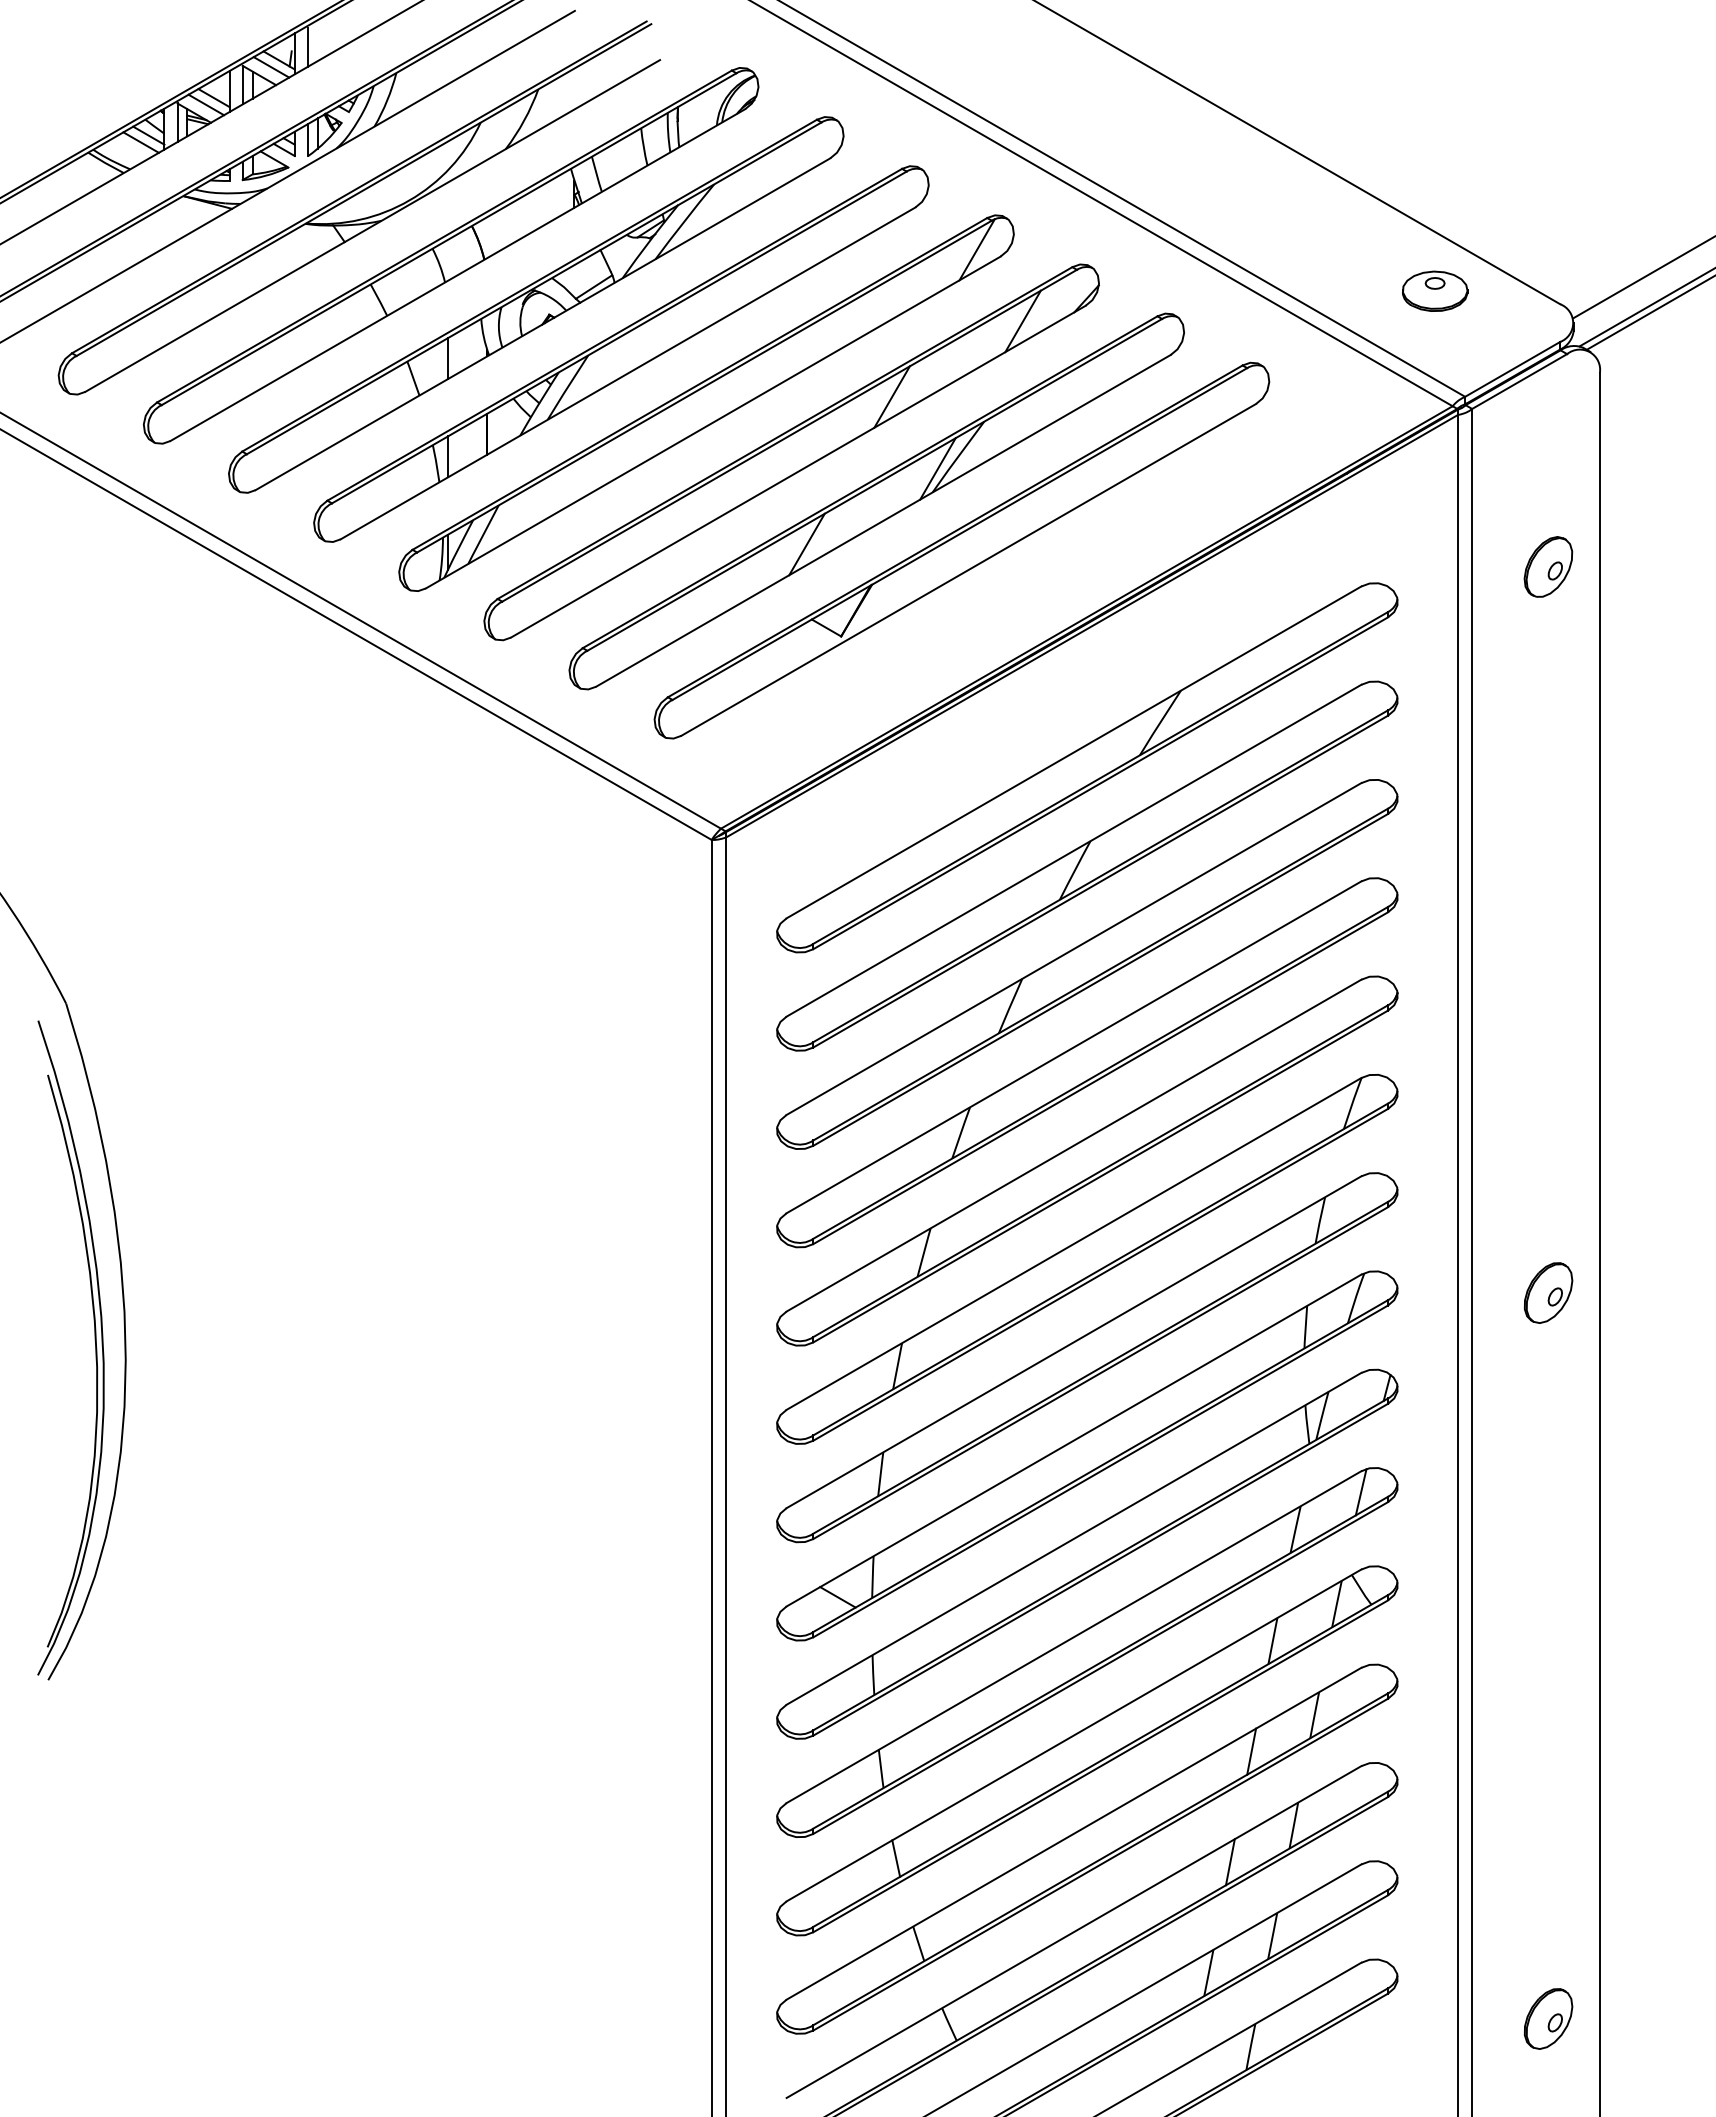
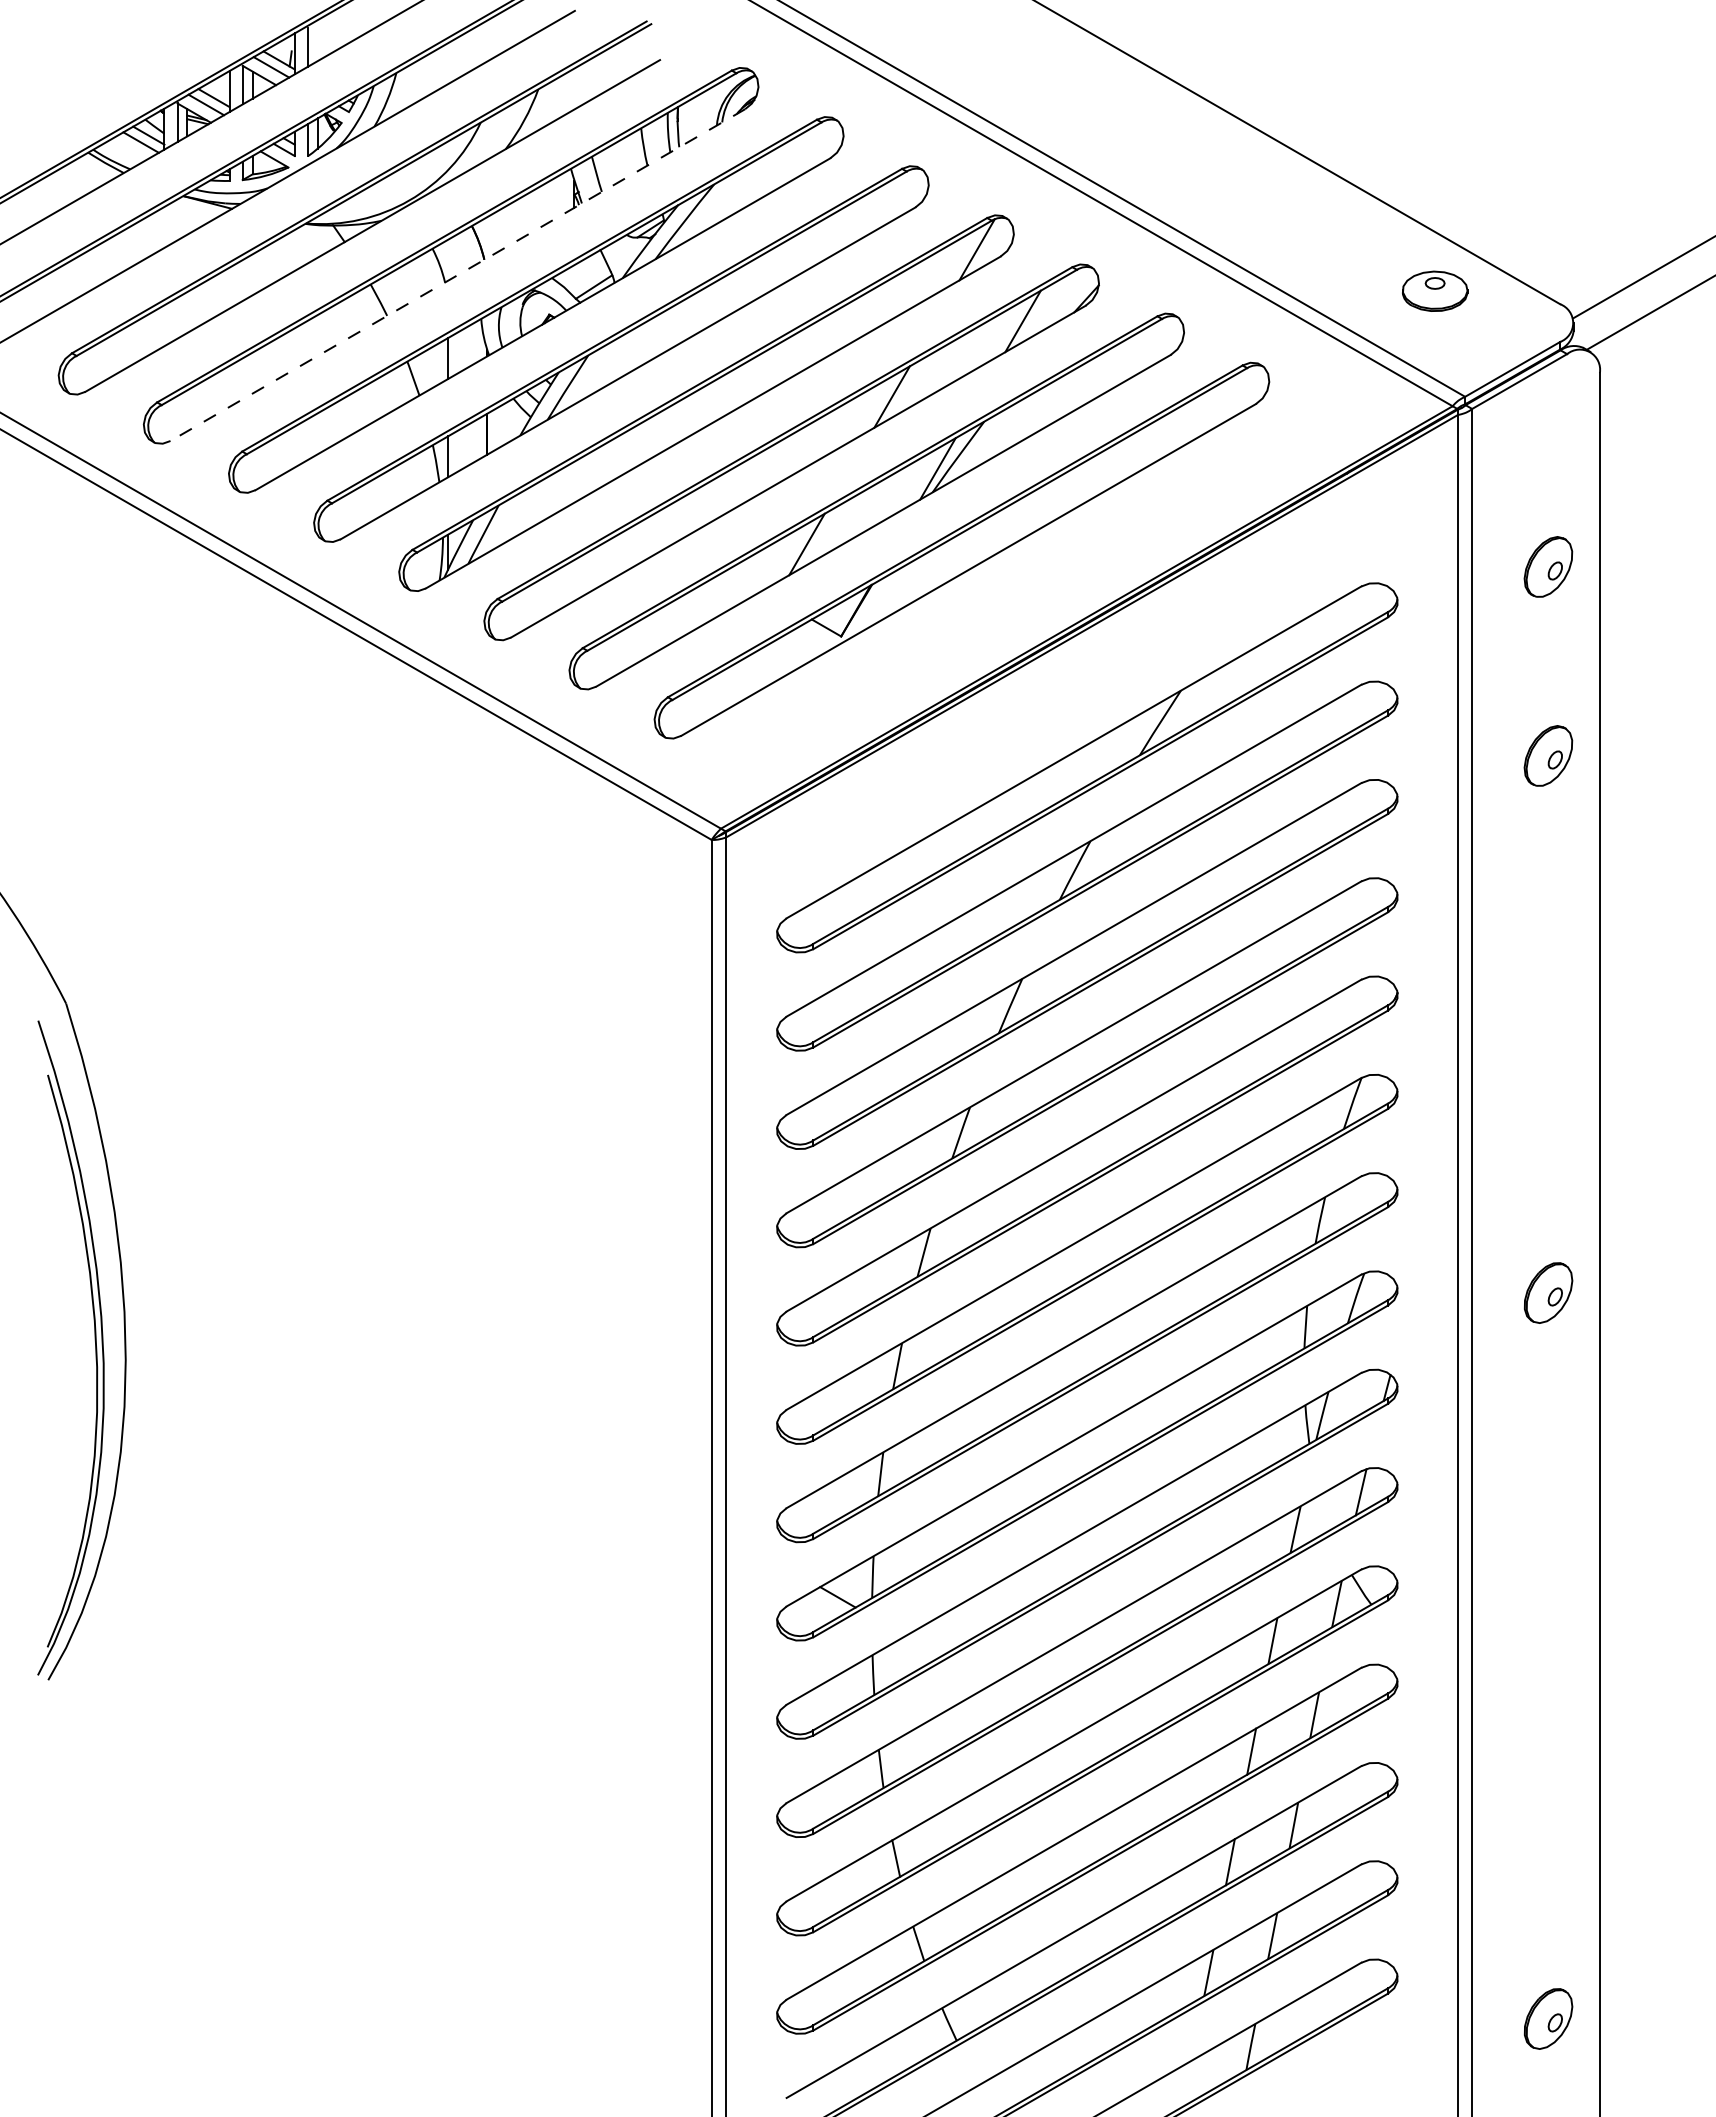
line at (457, 275): solid -> dashed
line at (1645, 307): present -> none
part at (1548, 755): none -> present
